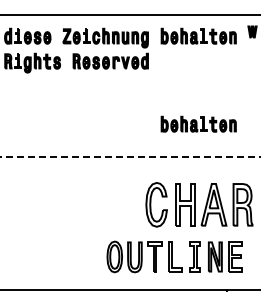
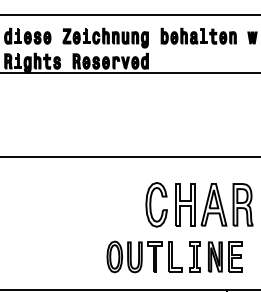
part at (252, 31) position: (252, 31) -> (252, 37)
line at (129, 73): none -> present
part at (198, 123): present -> none
line at (130, 156): dashed -> solid
